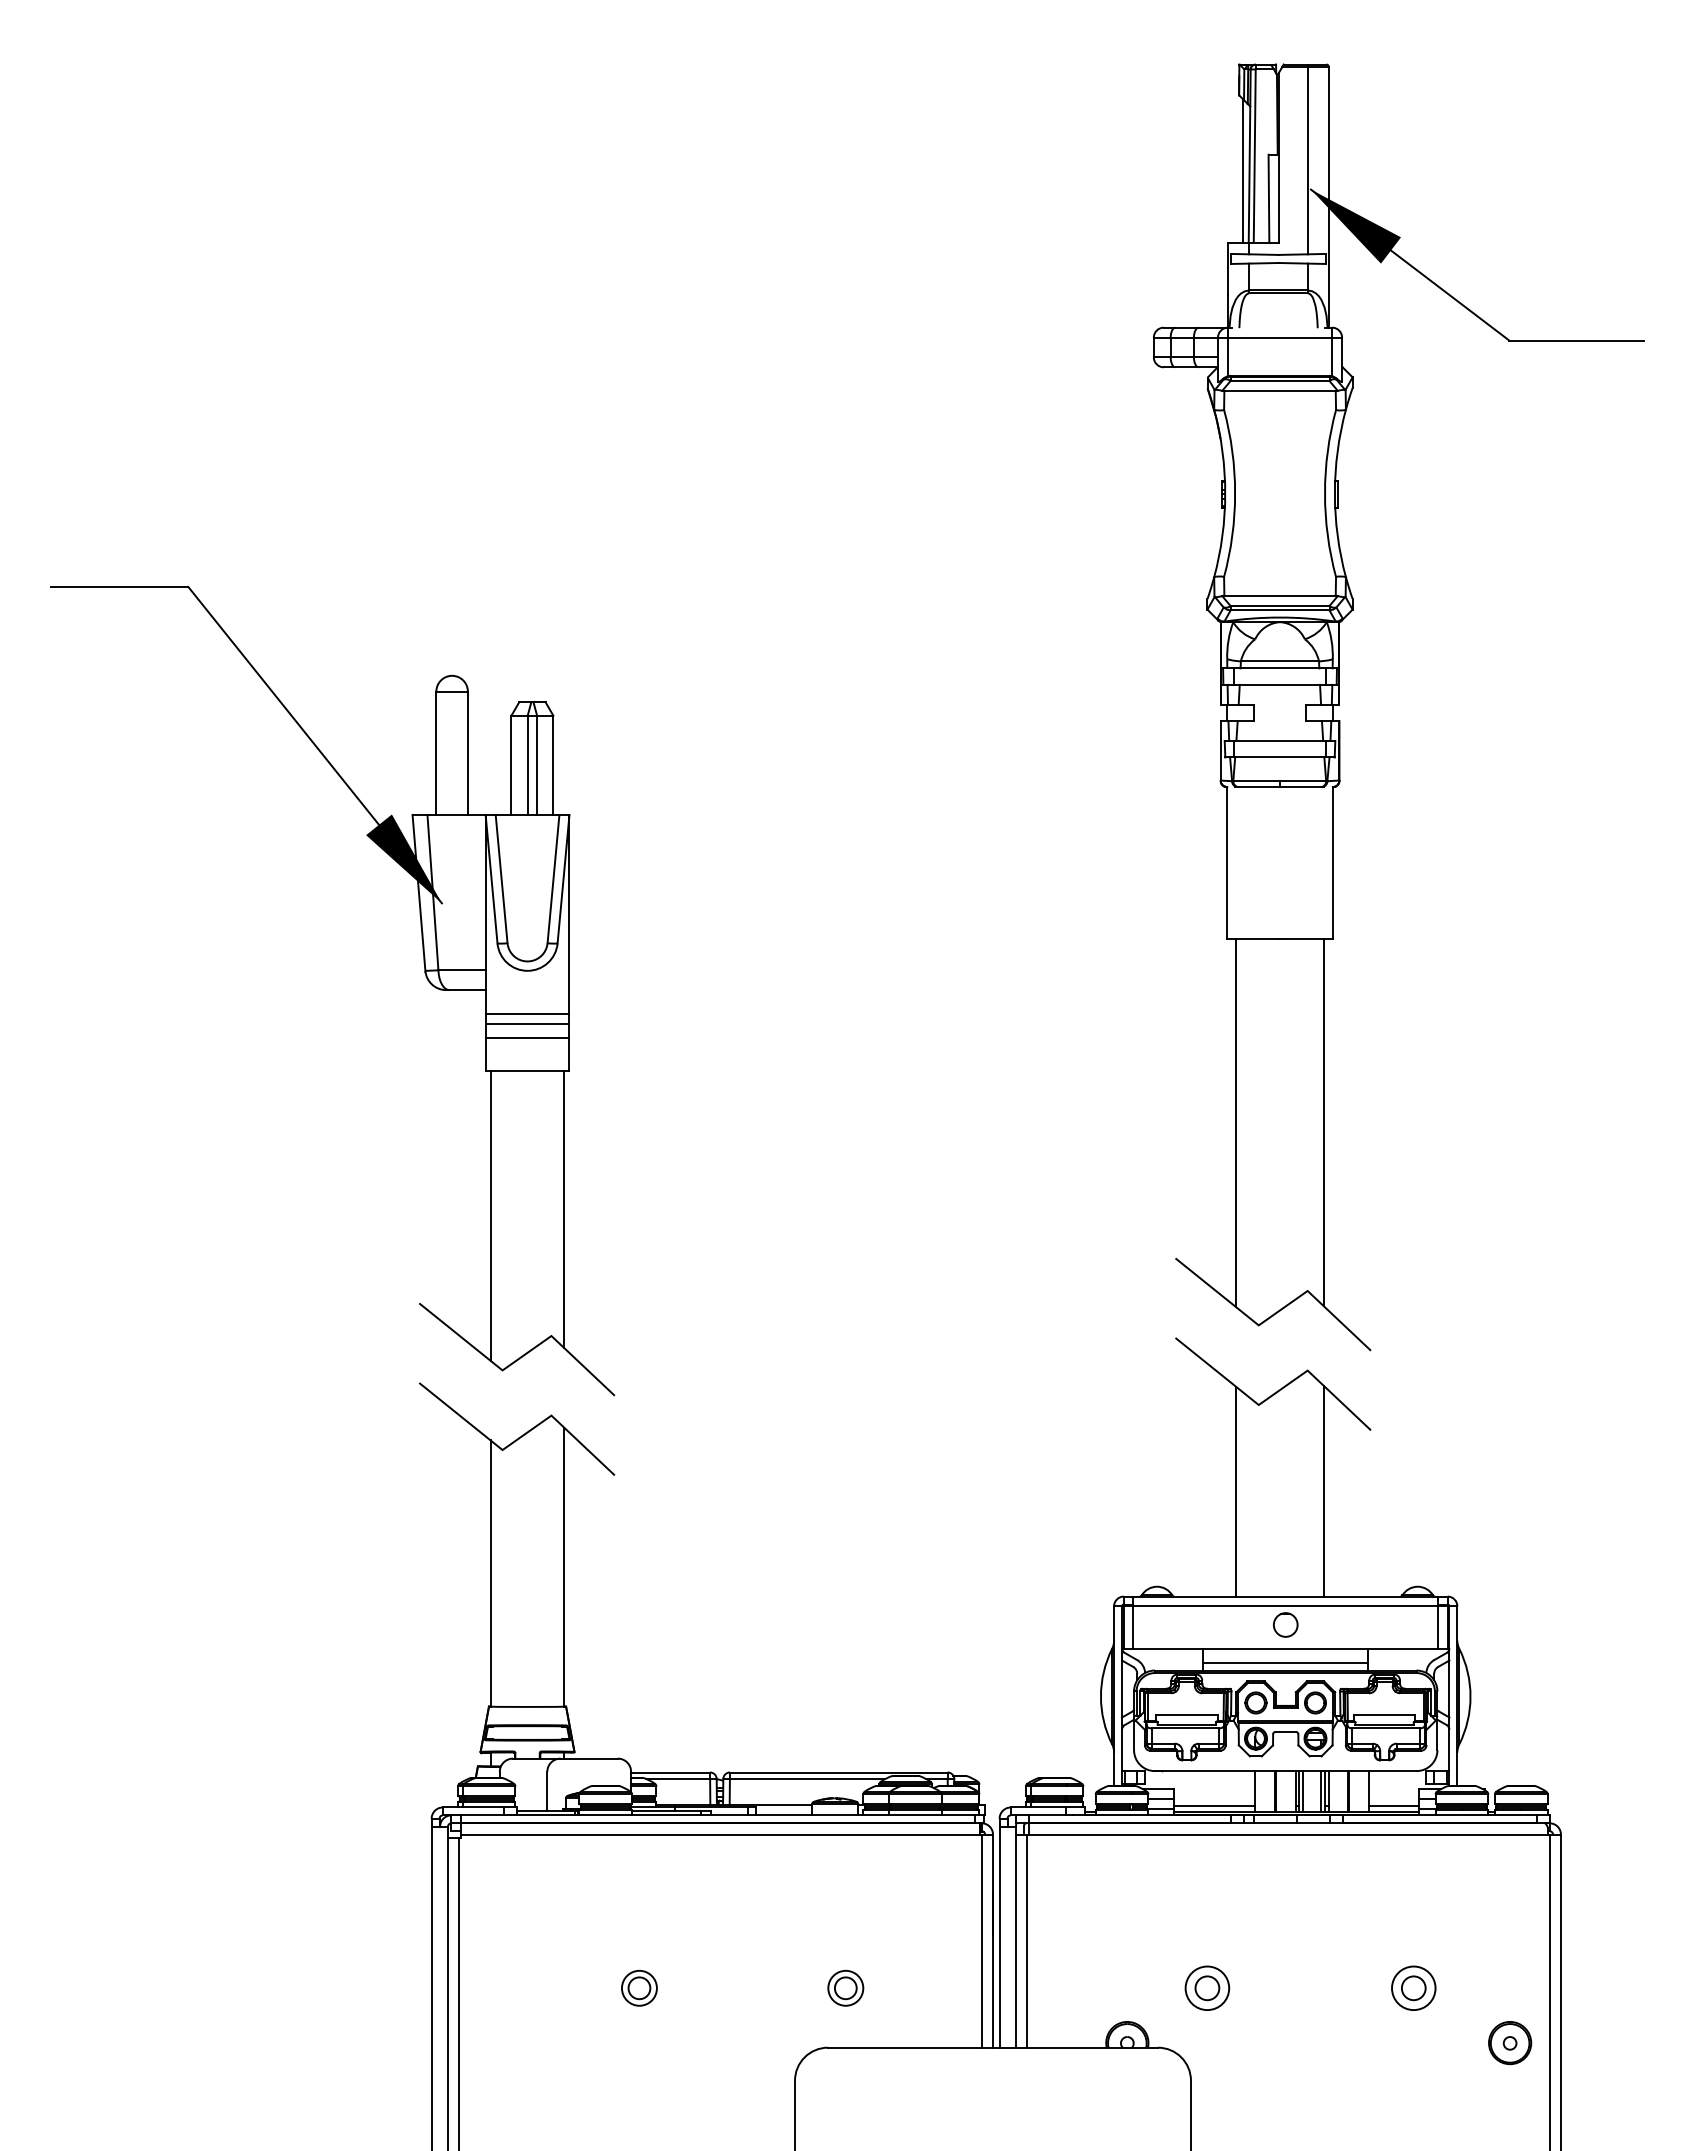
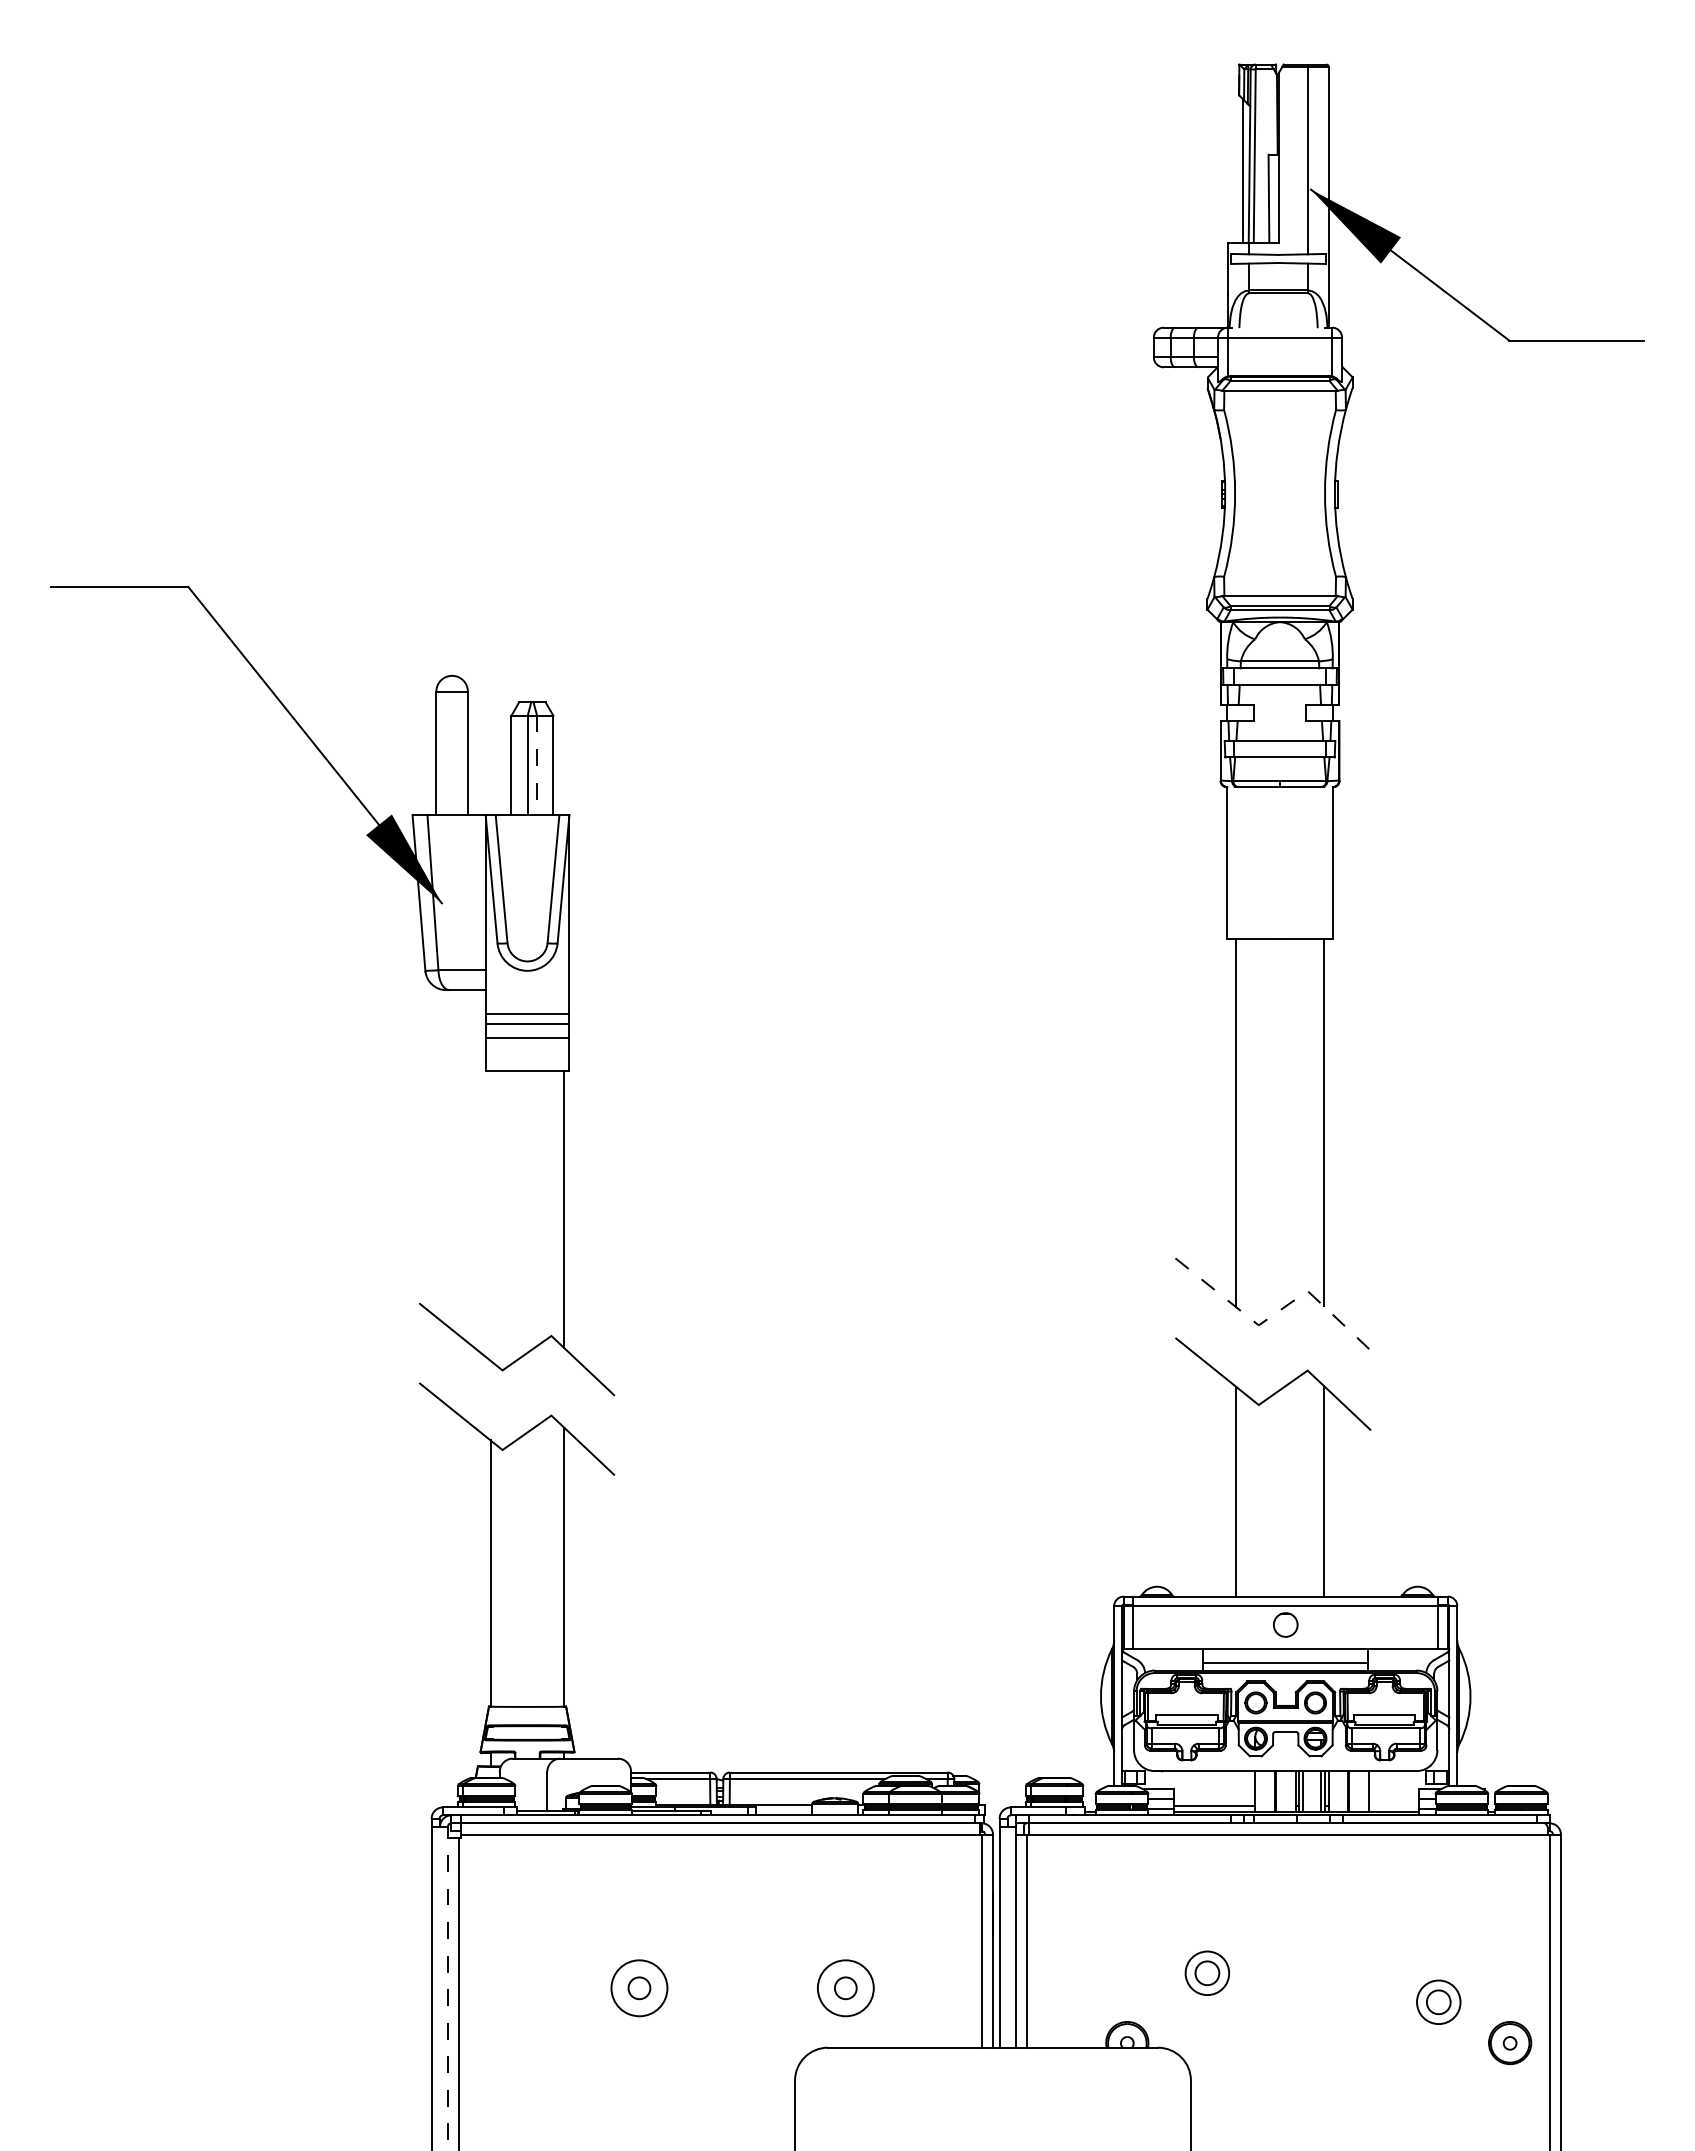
line at (537, 765): solid -> dashed
line at (490, 1215): present -> none
line at (1275, 1313): solid -> dashed
line at (1393, 1805): present -> none
circle at (638, 1987) diameter: 35 px -> 56 px
circle at (845, 1987) diameter: 35 px -> 56 px
part at (1207, 1987) position: (1207, 1987) -> (1207, 1972)
part at (1413, 1987) position: (1413, 1987) -> (1438, 2001)
line at (448, 1988): solid -> dashed
